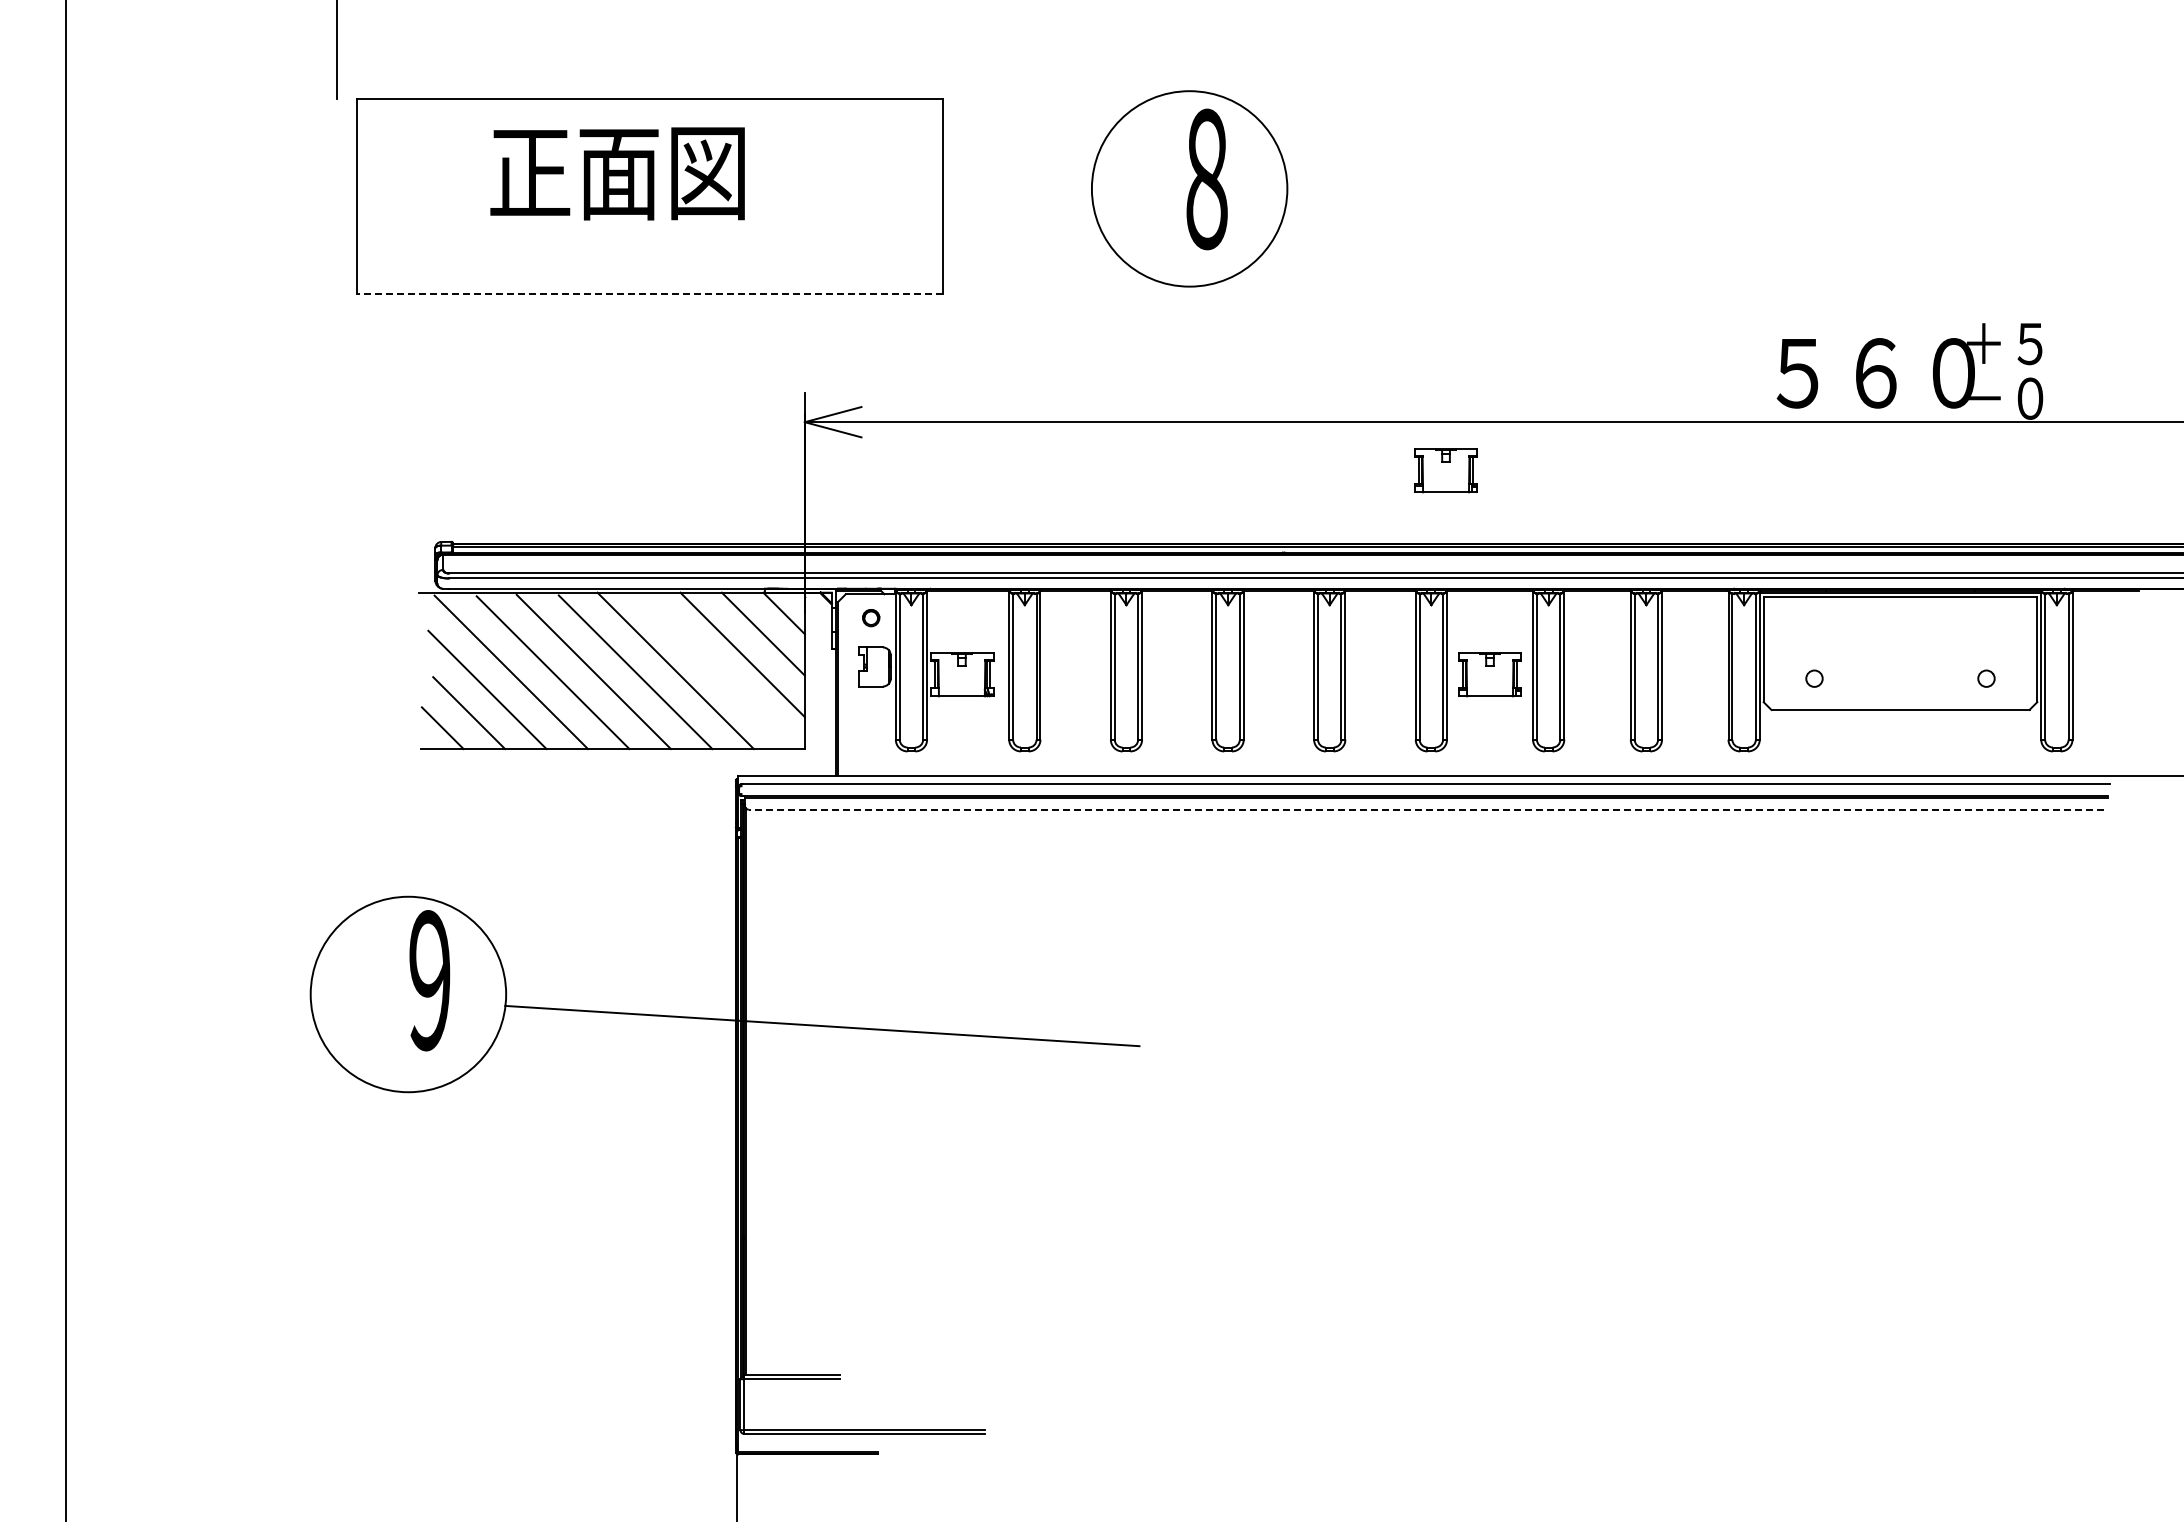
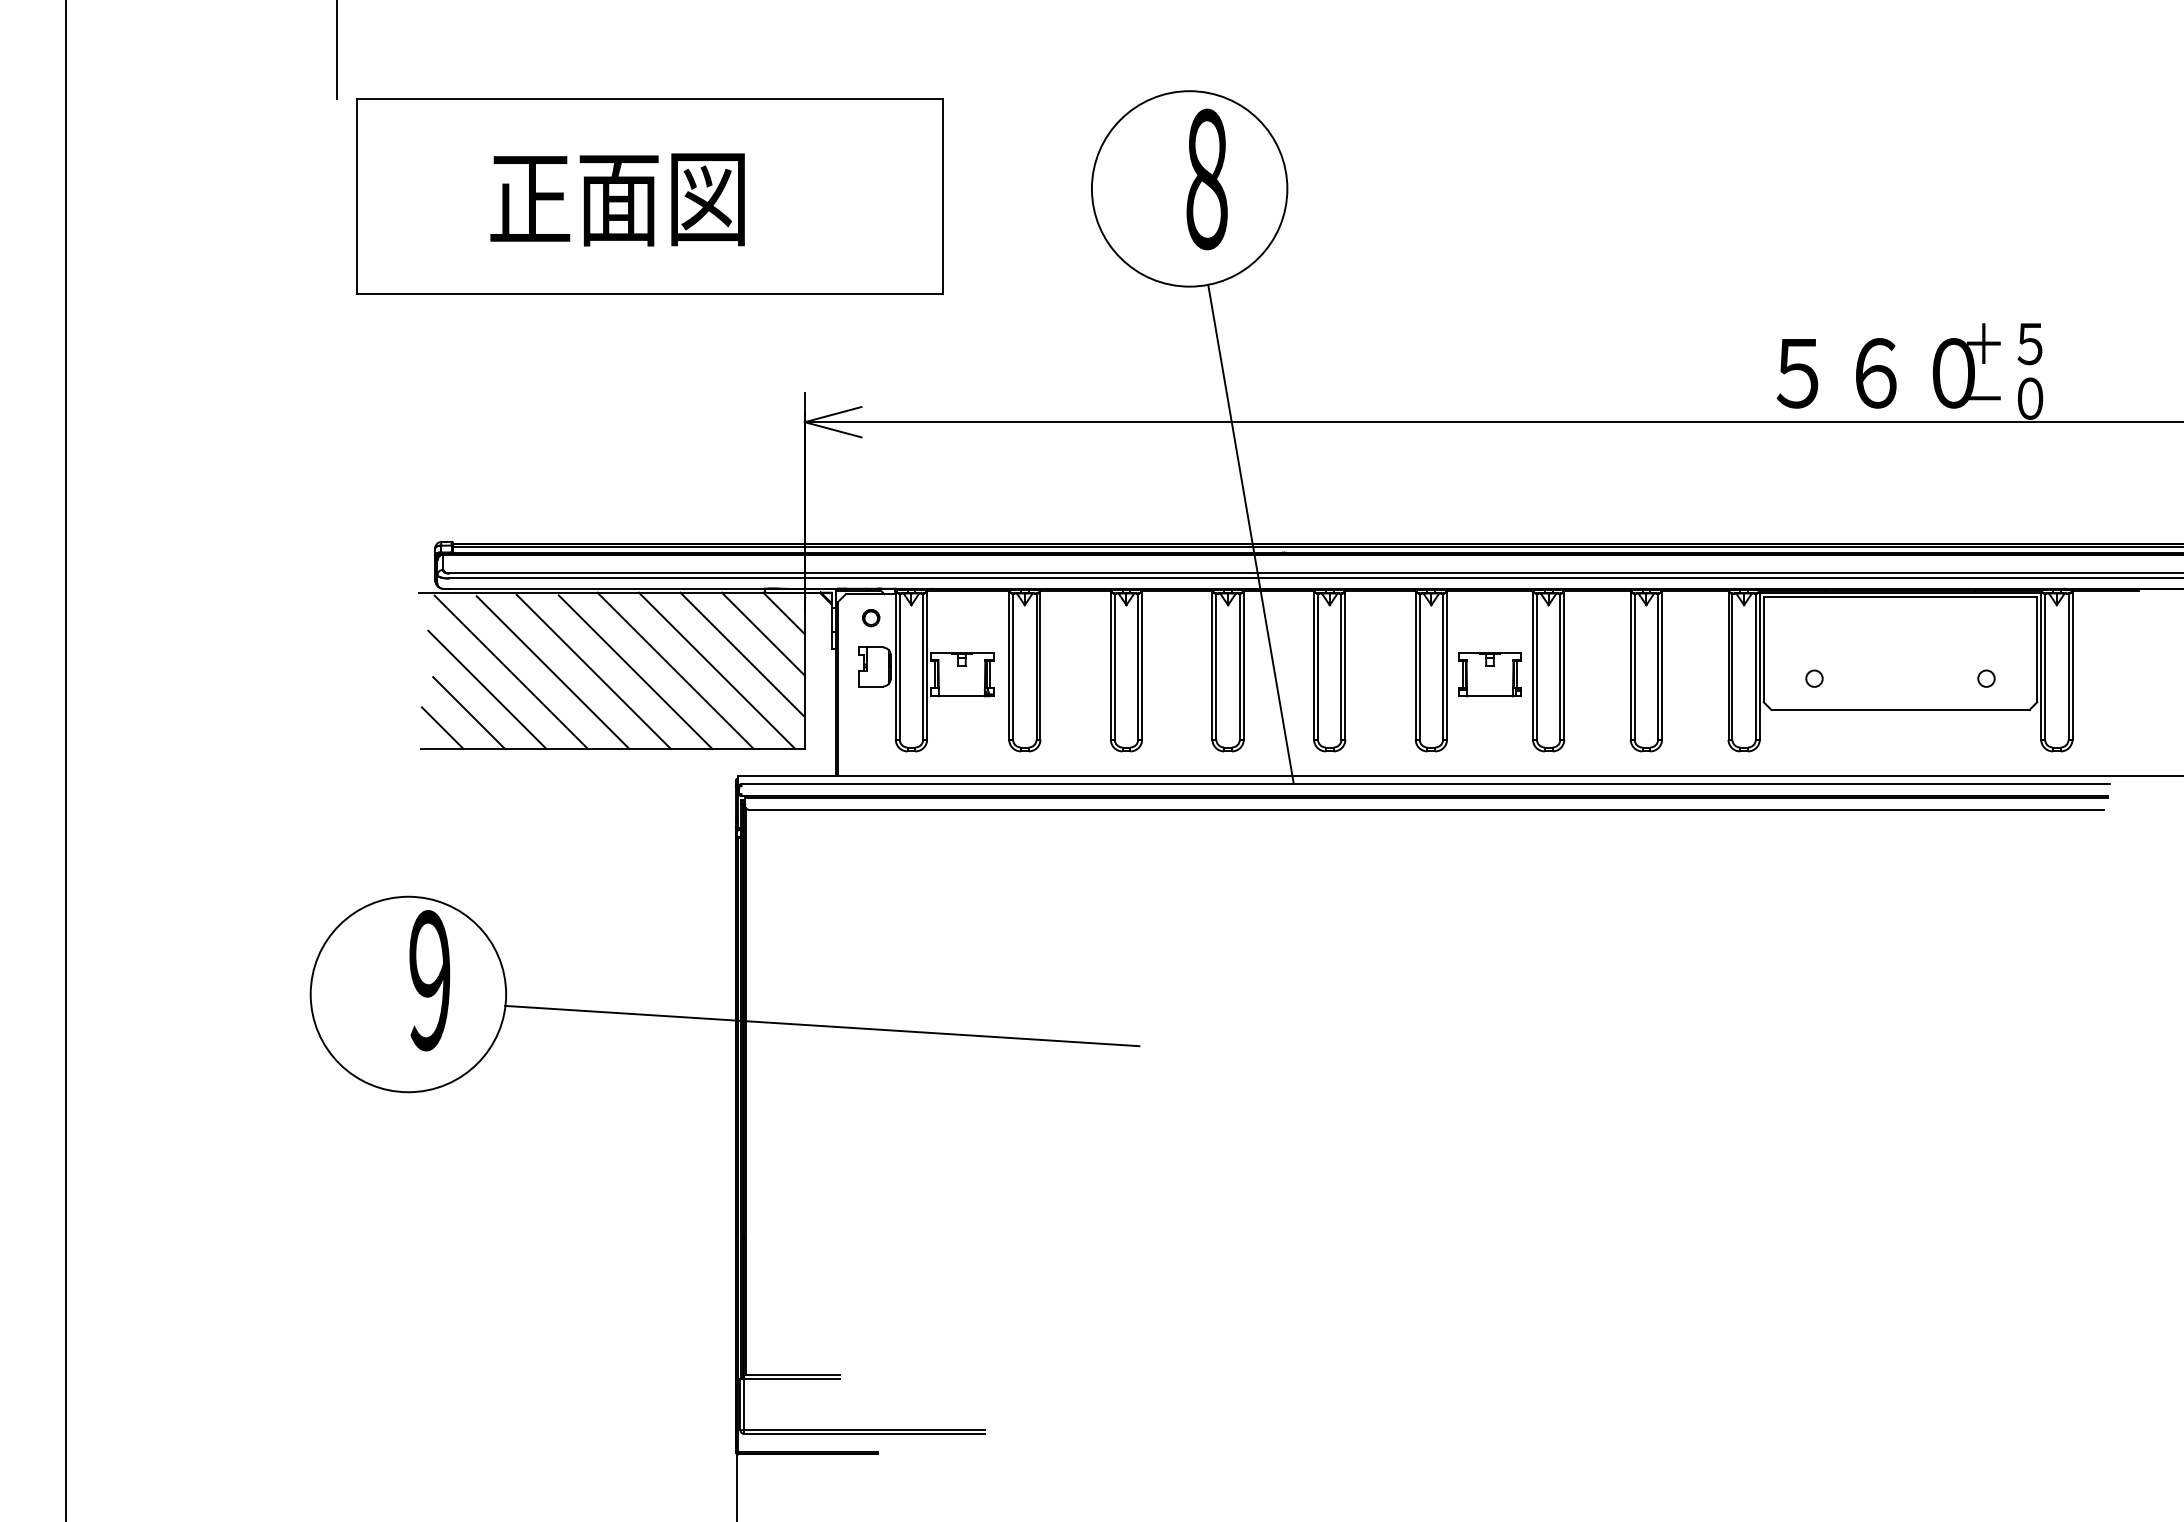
text at (617, 173) position: (617, 173) -> (617, 199)
line at (649, 294): dashed -> solid
part at (1445, 470): present -> none
line at (1250, 533): none -> present
line at (717, 670): none -> present
line at (1426, 809): dashed -> solid
